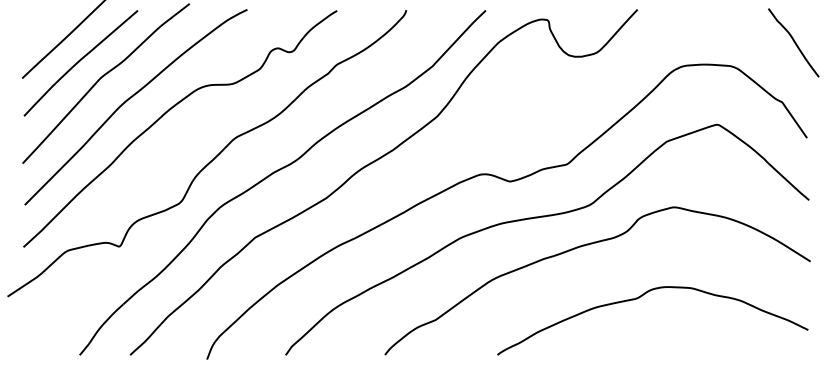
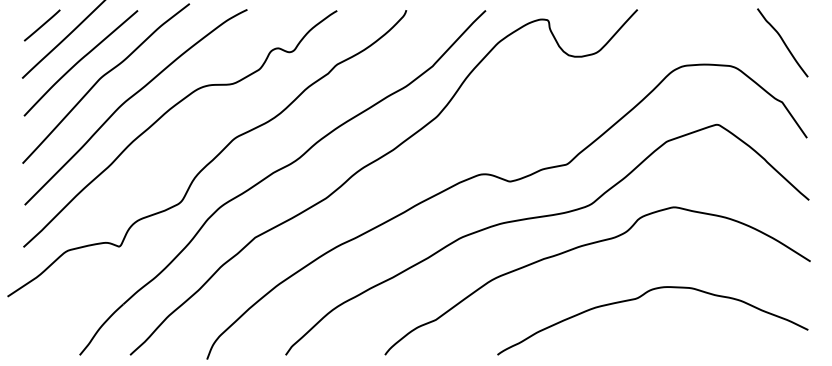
line at (41, 25): none -> present
curve at (793, 41) position: (793, 41) -> (782, 41)
